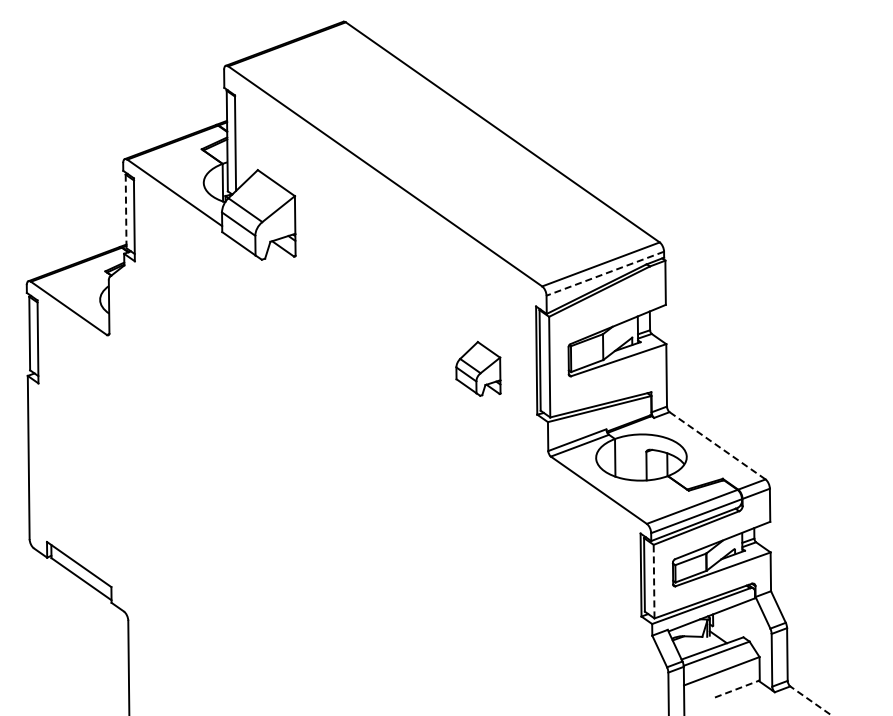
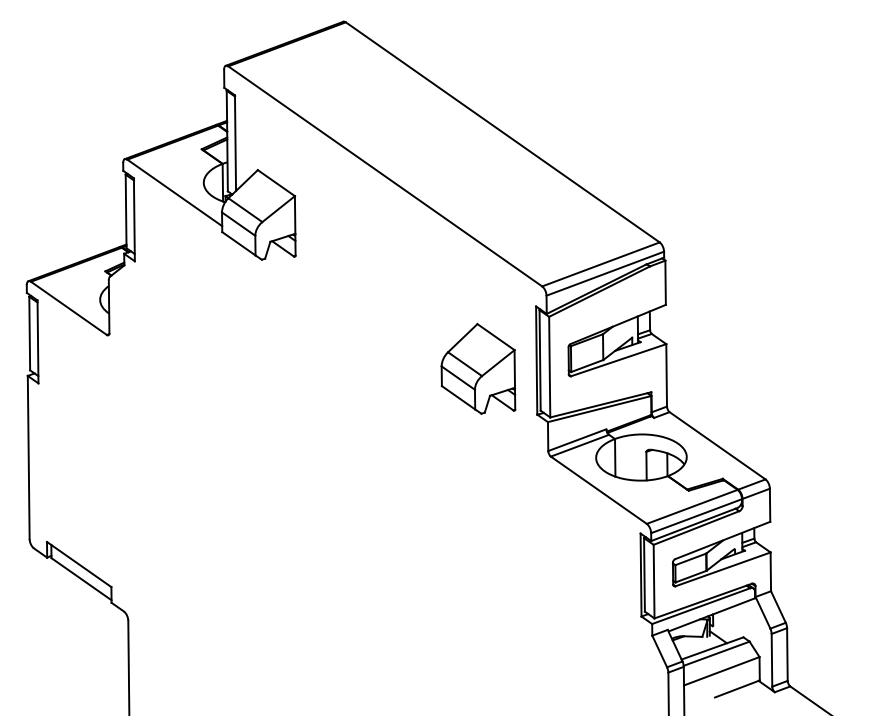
line at (126, 211): dashed -> solid
line at (605, 273): dashed -> solid
part at (478, 368) size: 47x57 px -> 77x92 px
line at (717, 445): dashed -> solid
line at (654, 581): dashed -> solid
line at (737, 688): dashed -> solid
line at (810, 700): dashed -> solid
